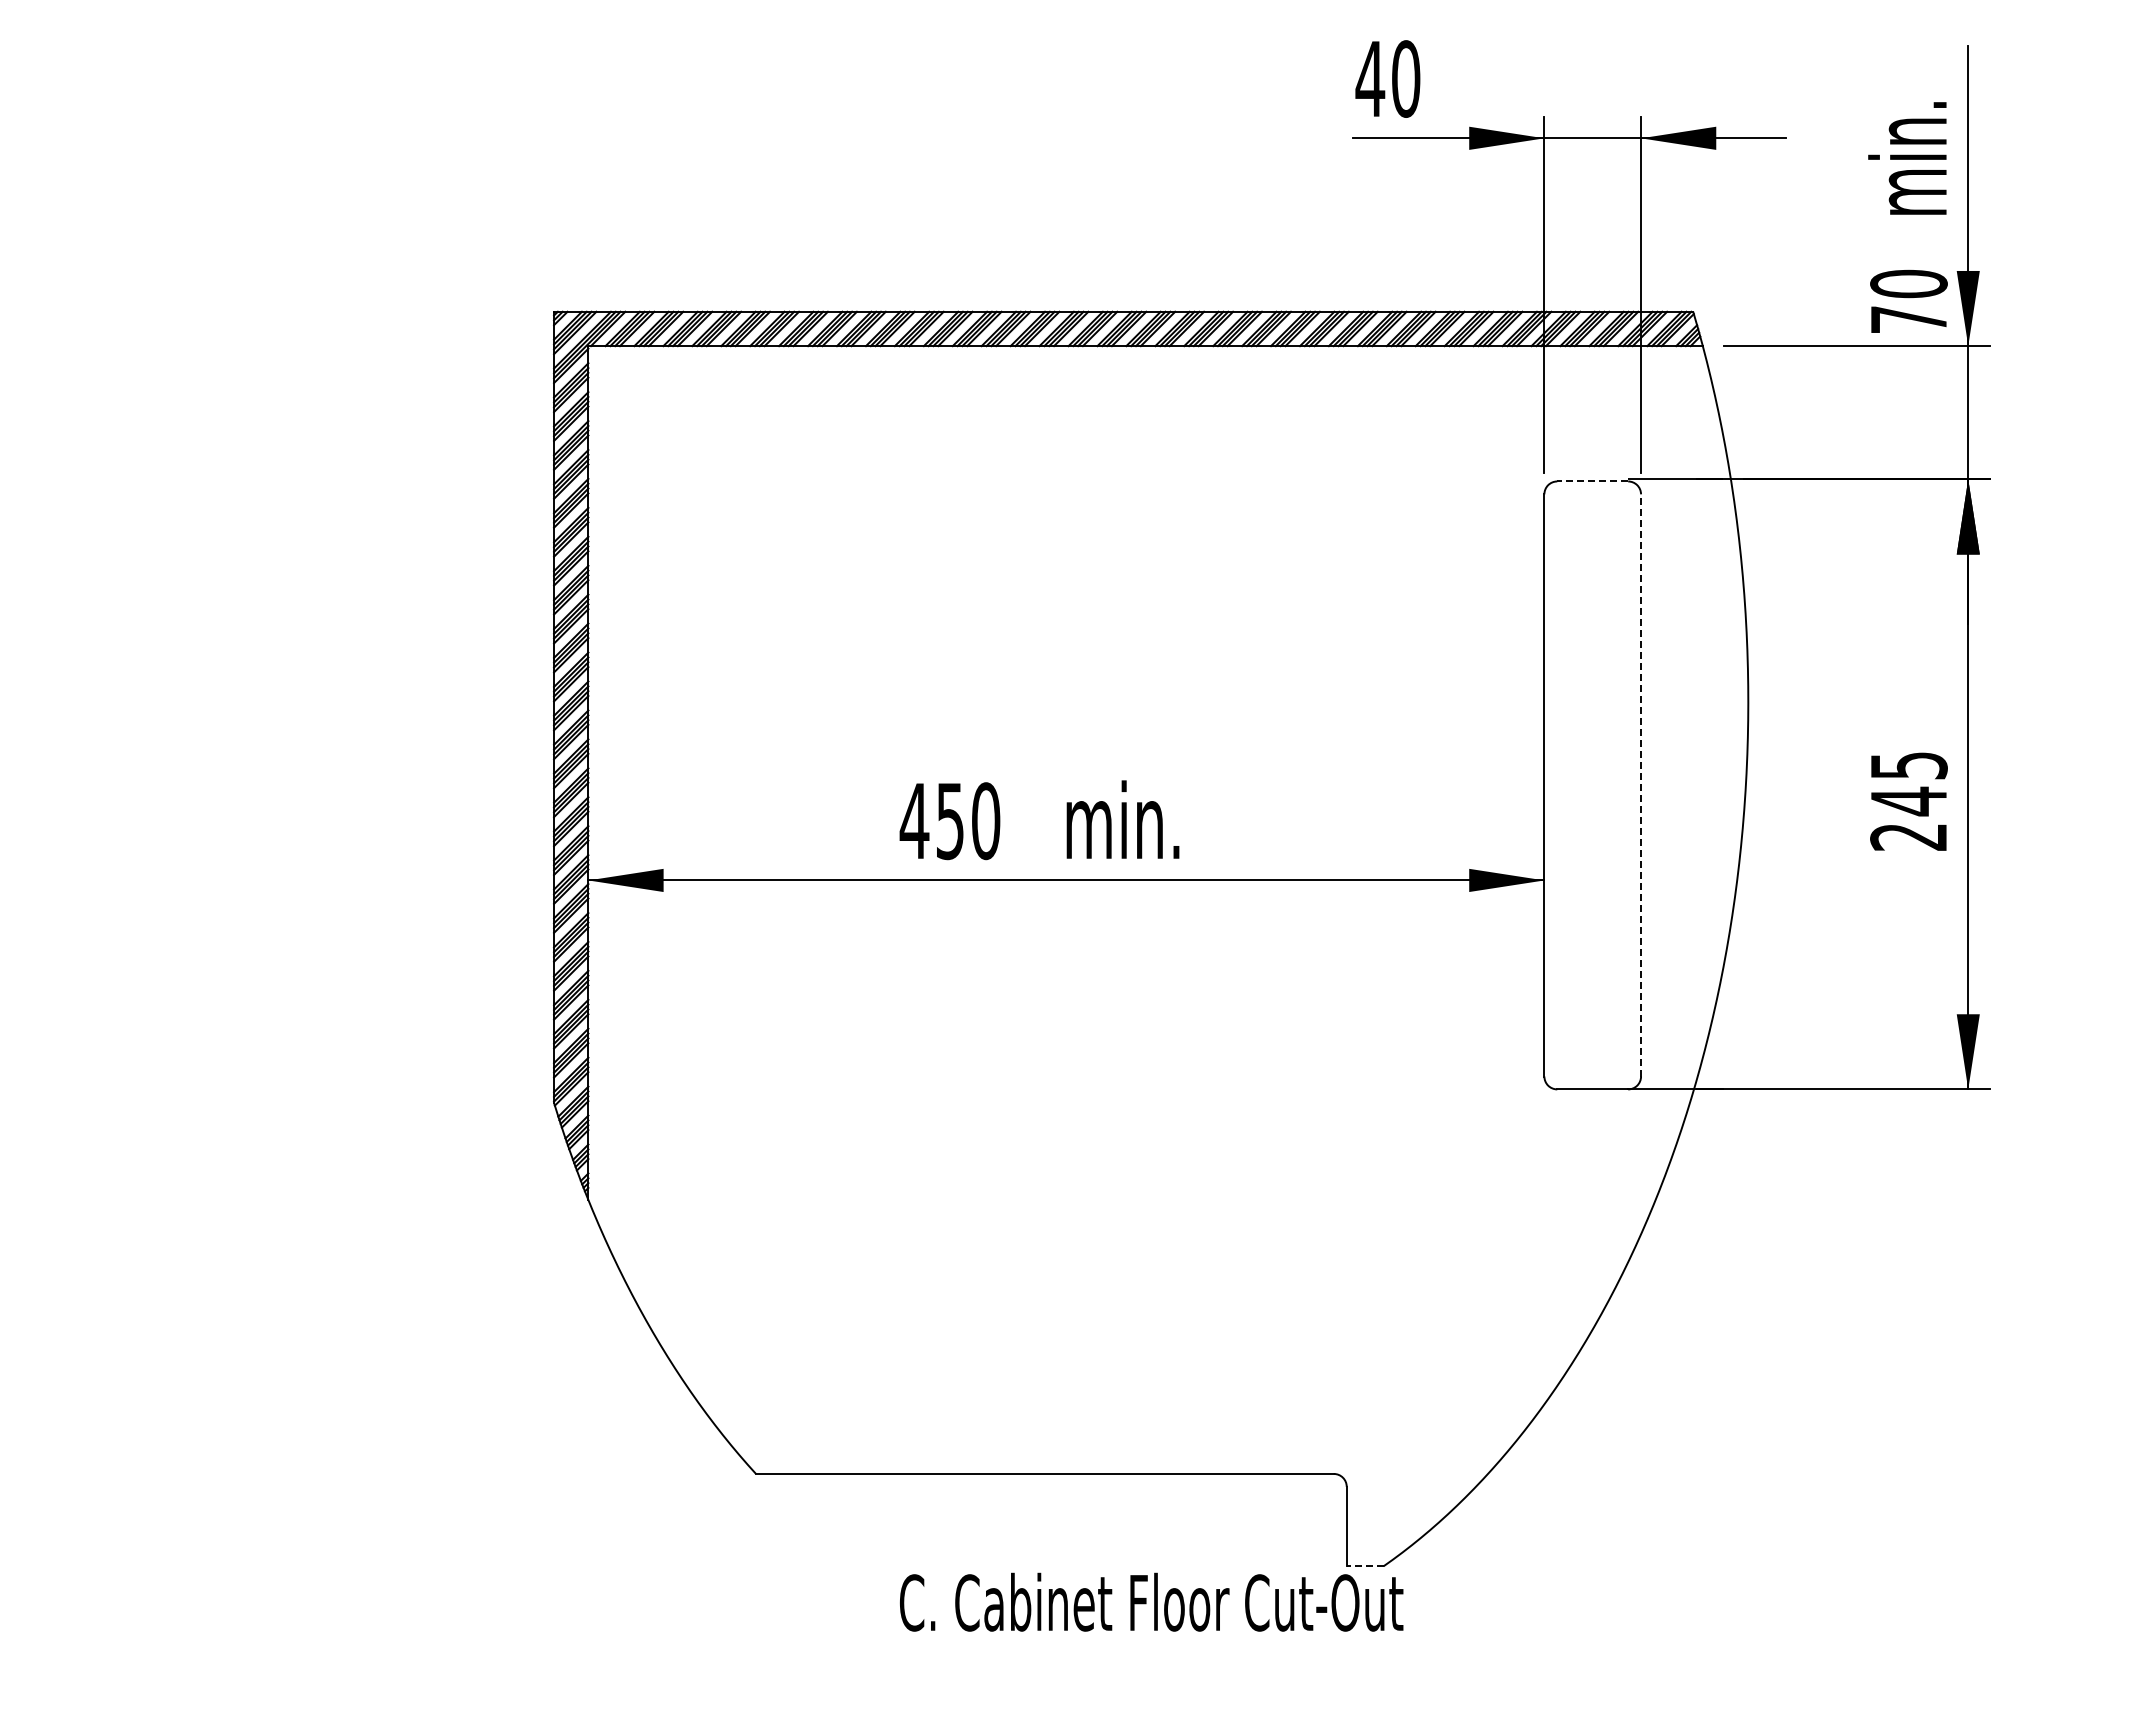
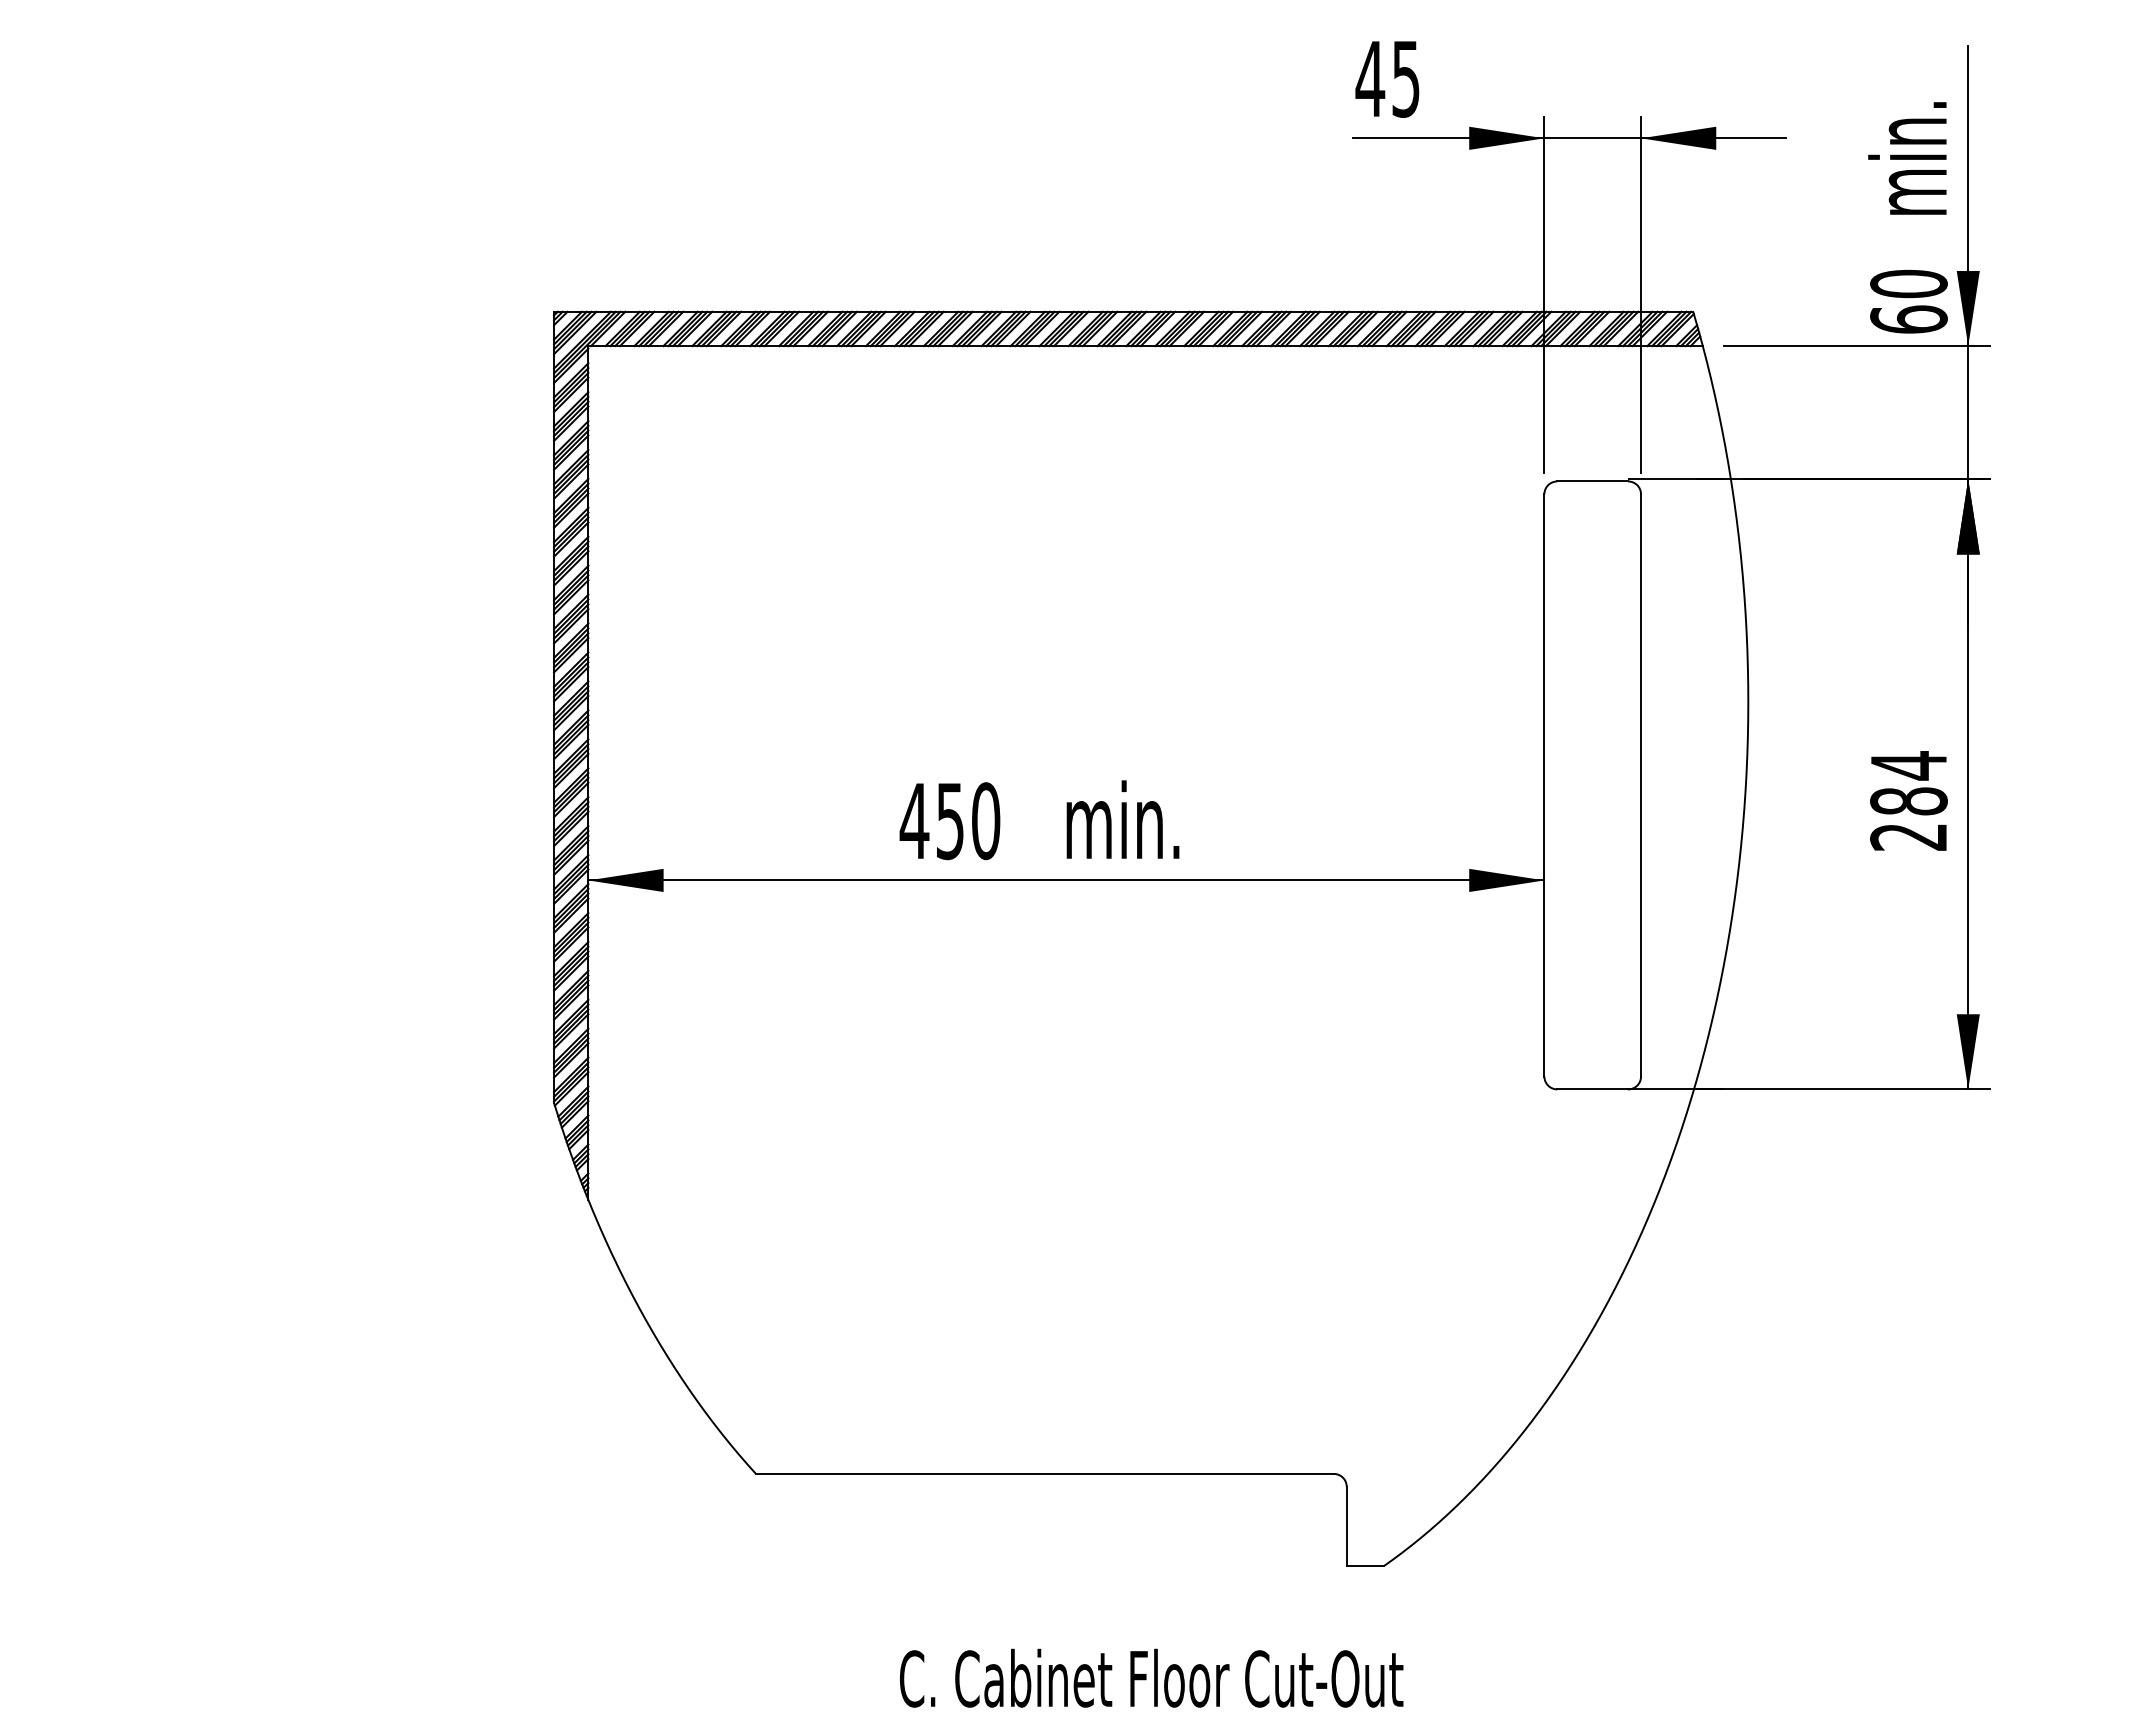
text at (1406, 78): 40 -> 45
text at (1908, 319): 70 -> 60
line at (1592, 481): dashed -> solid
text at (1908, 783): 245 -> 284
line at (1641, 784): dashed -> solid
line at (1364, 1566): dashed -> solid
text at (1151, 1601) position: (1151, 1601) -> (1151, 1677)
